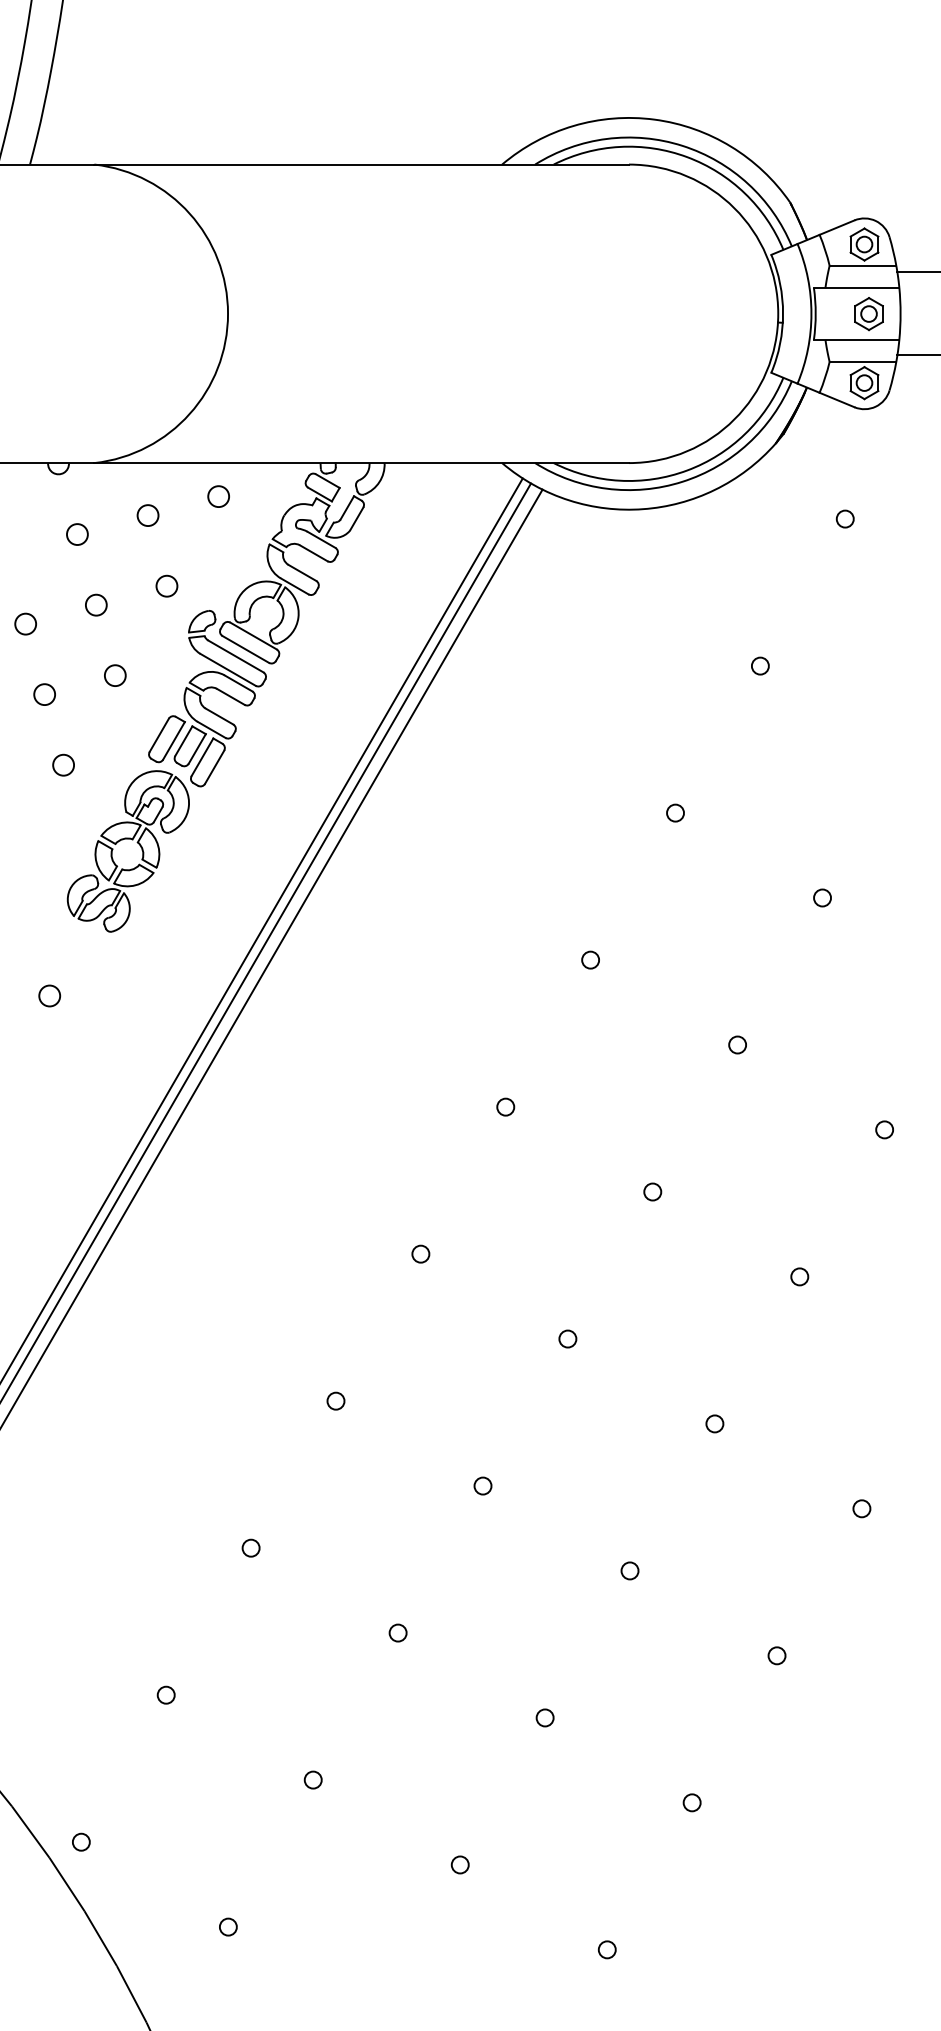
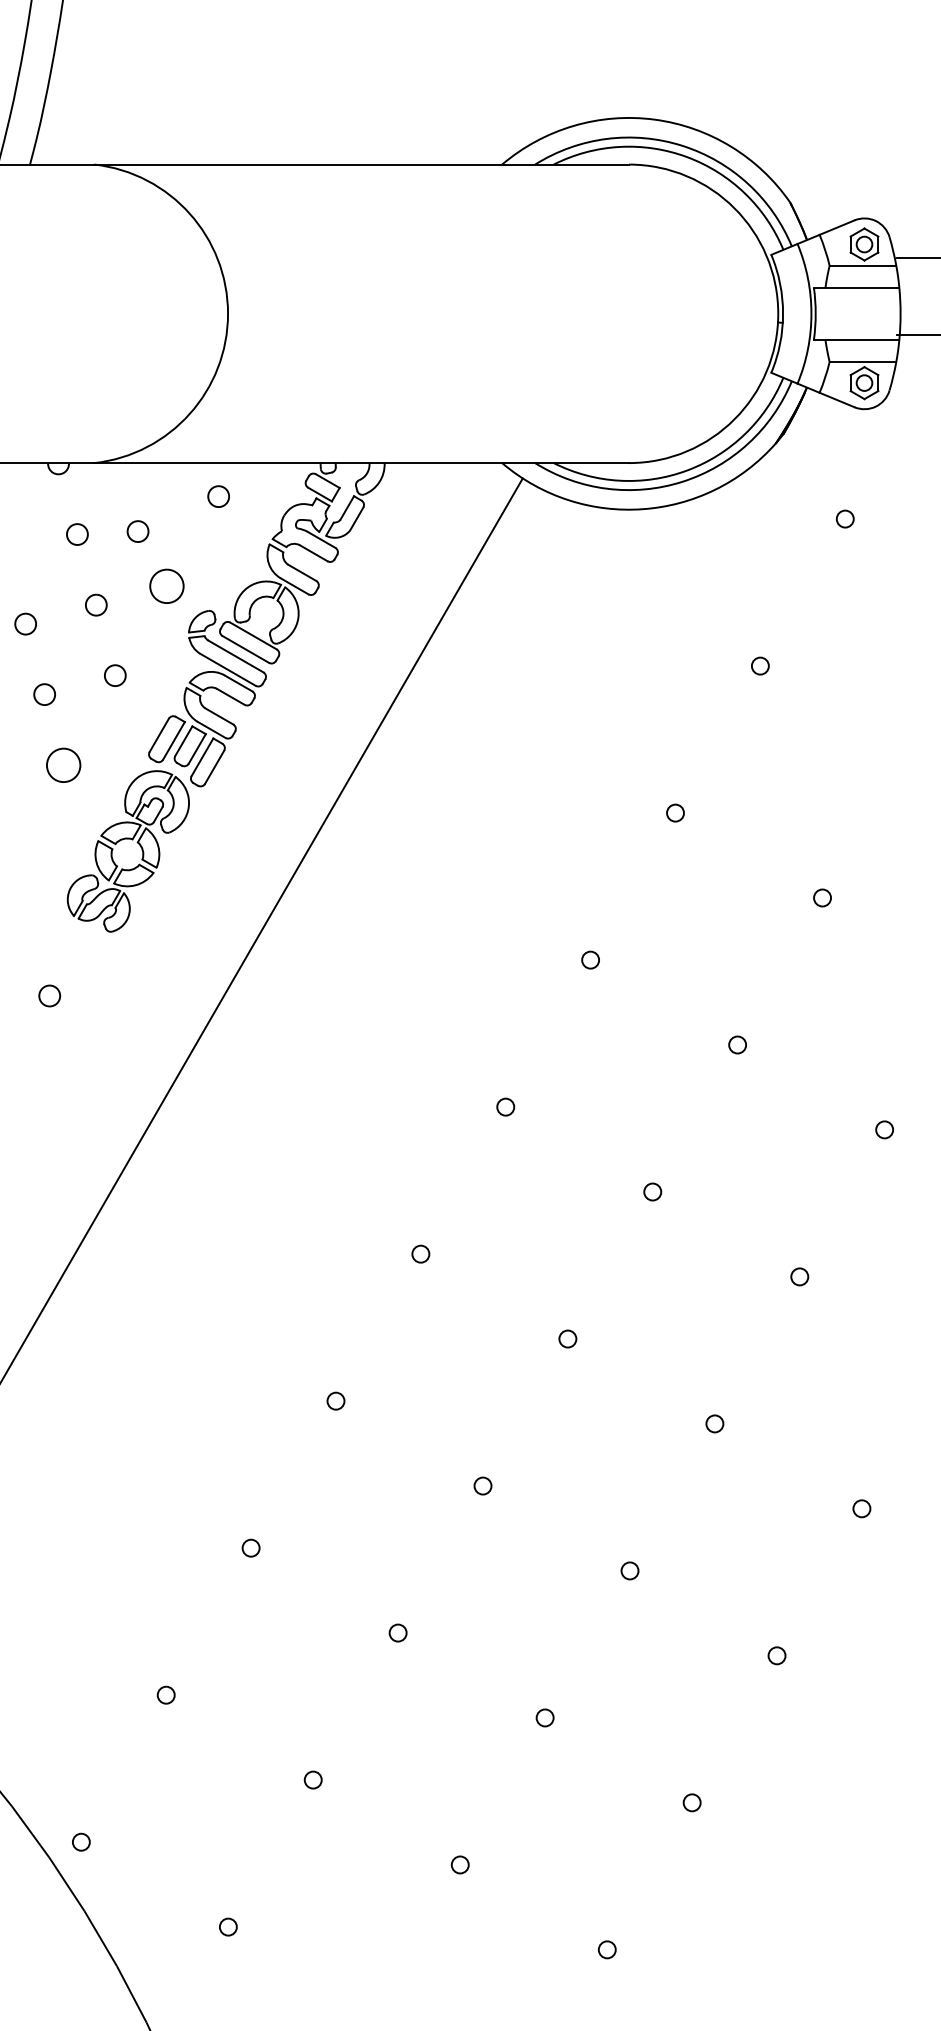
line at (917, 272) position: (917, 272) -> (917, 258)
part at (868, 314): present -> none
line at (917, 355) position: (917, 355) -> (917, 335)
circle at (147, 515) position: (147, 515) -> (137, 531)
circle at (166, 585) size: 24x24 px -> 36x36 px
circle at (63, 764) size: 23x24 px -> 36x36 px
line at (266, 941): present -> none
line at (272, 957): present -> none
